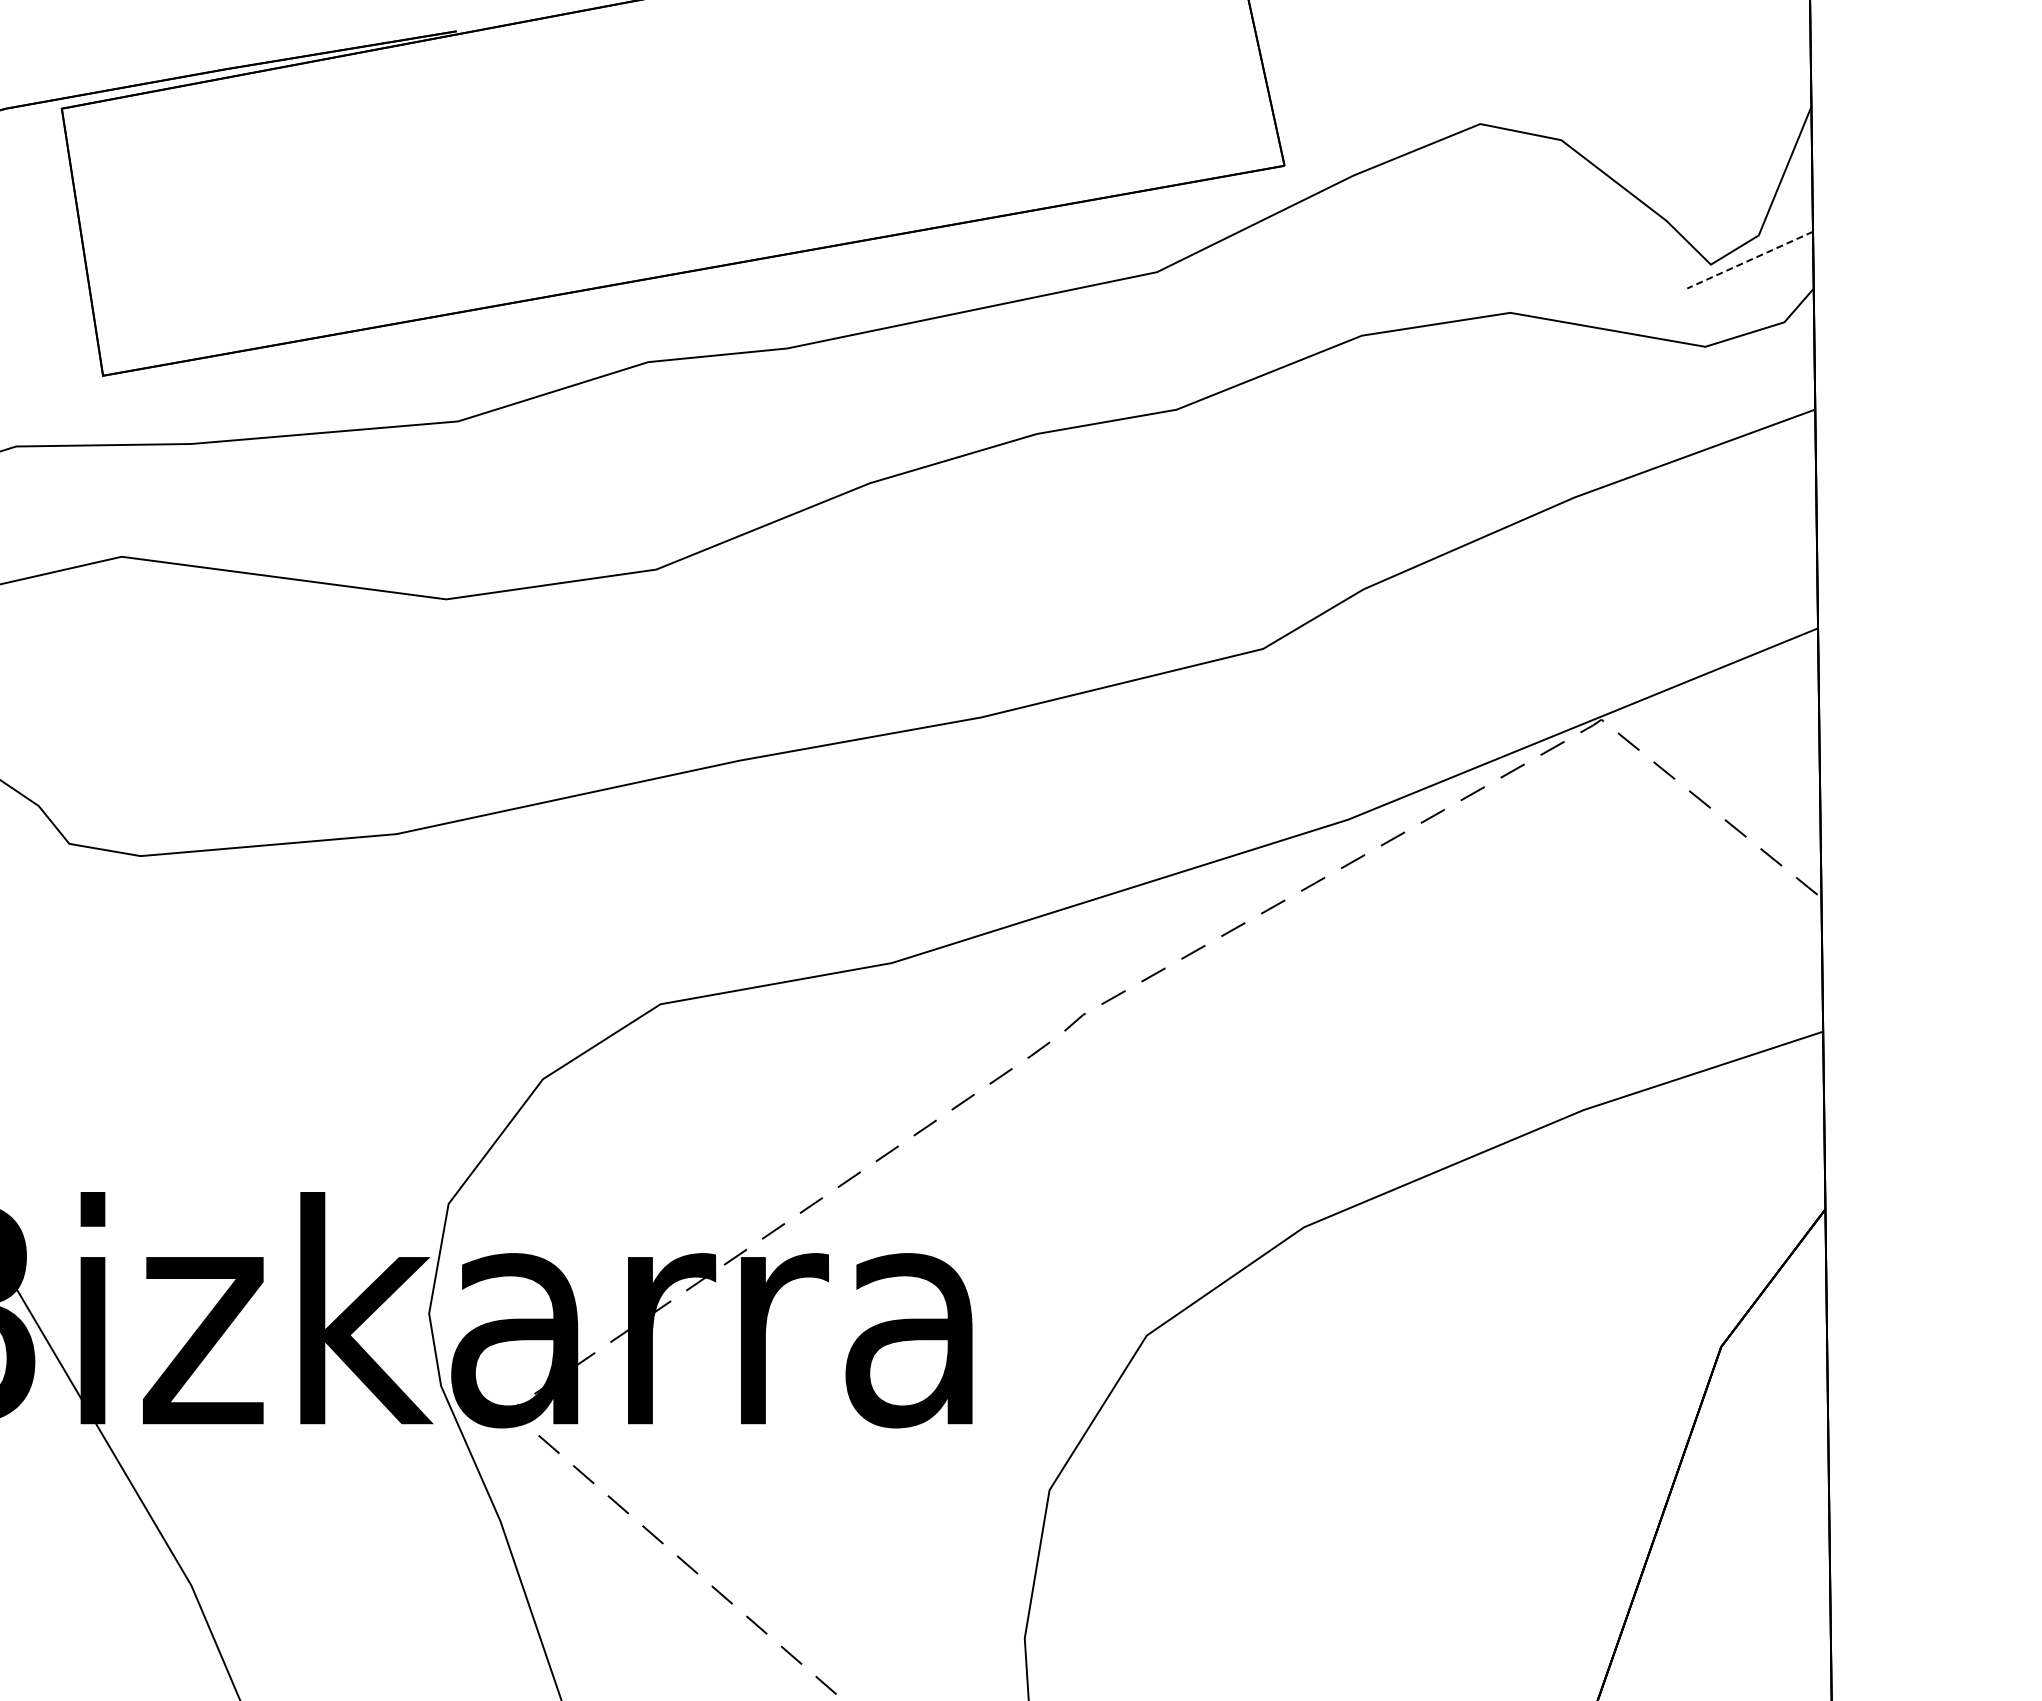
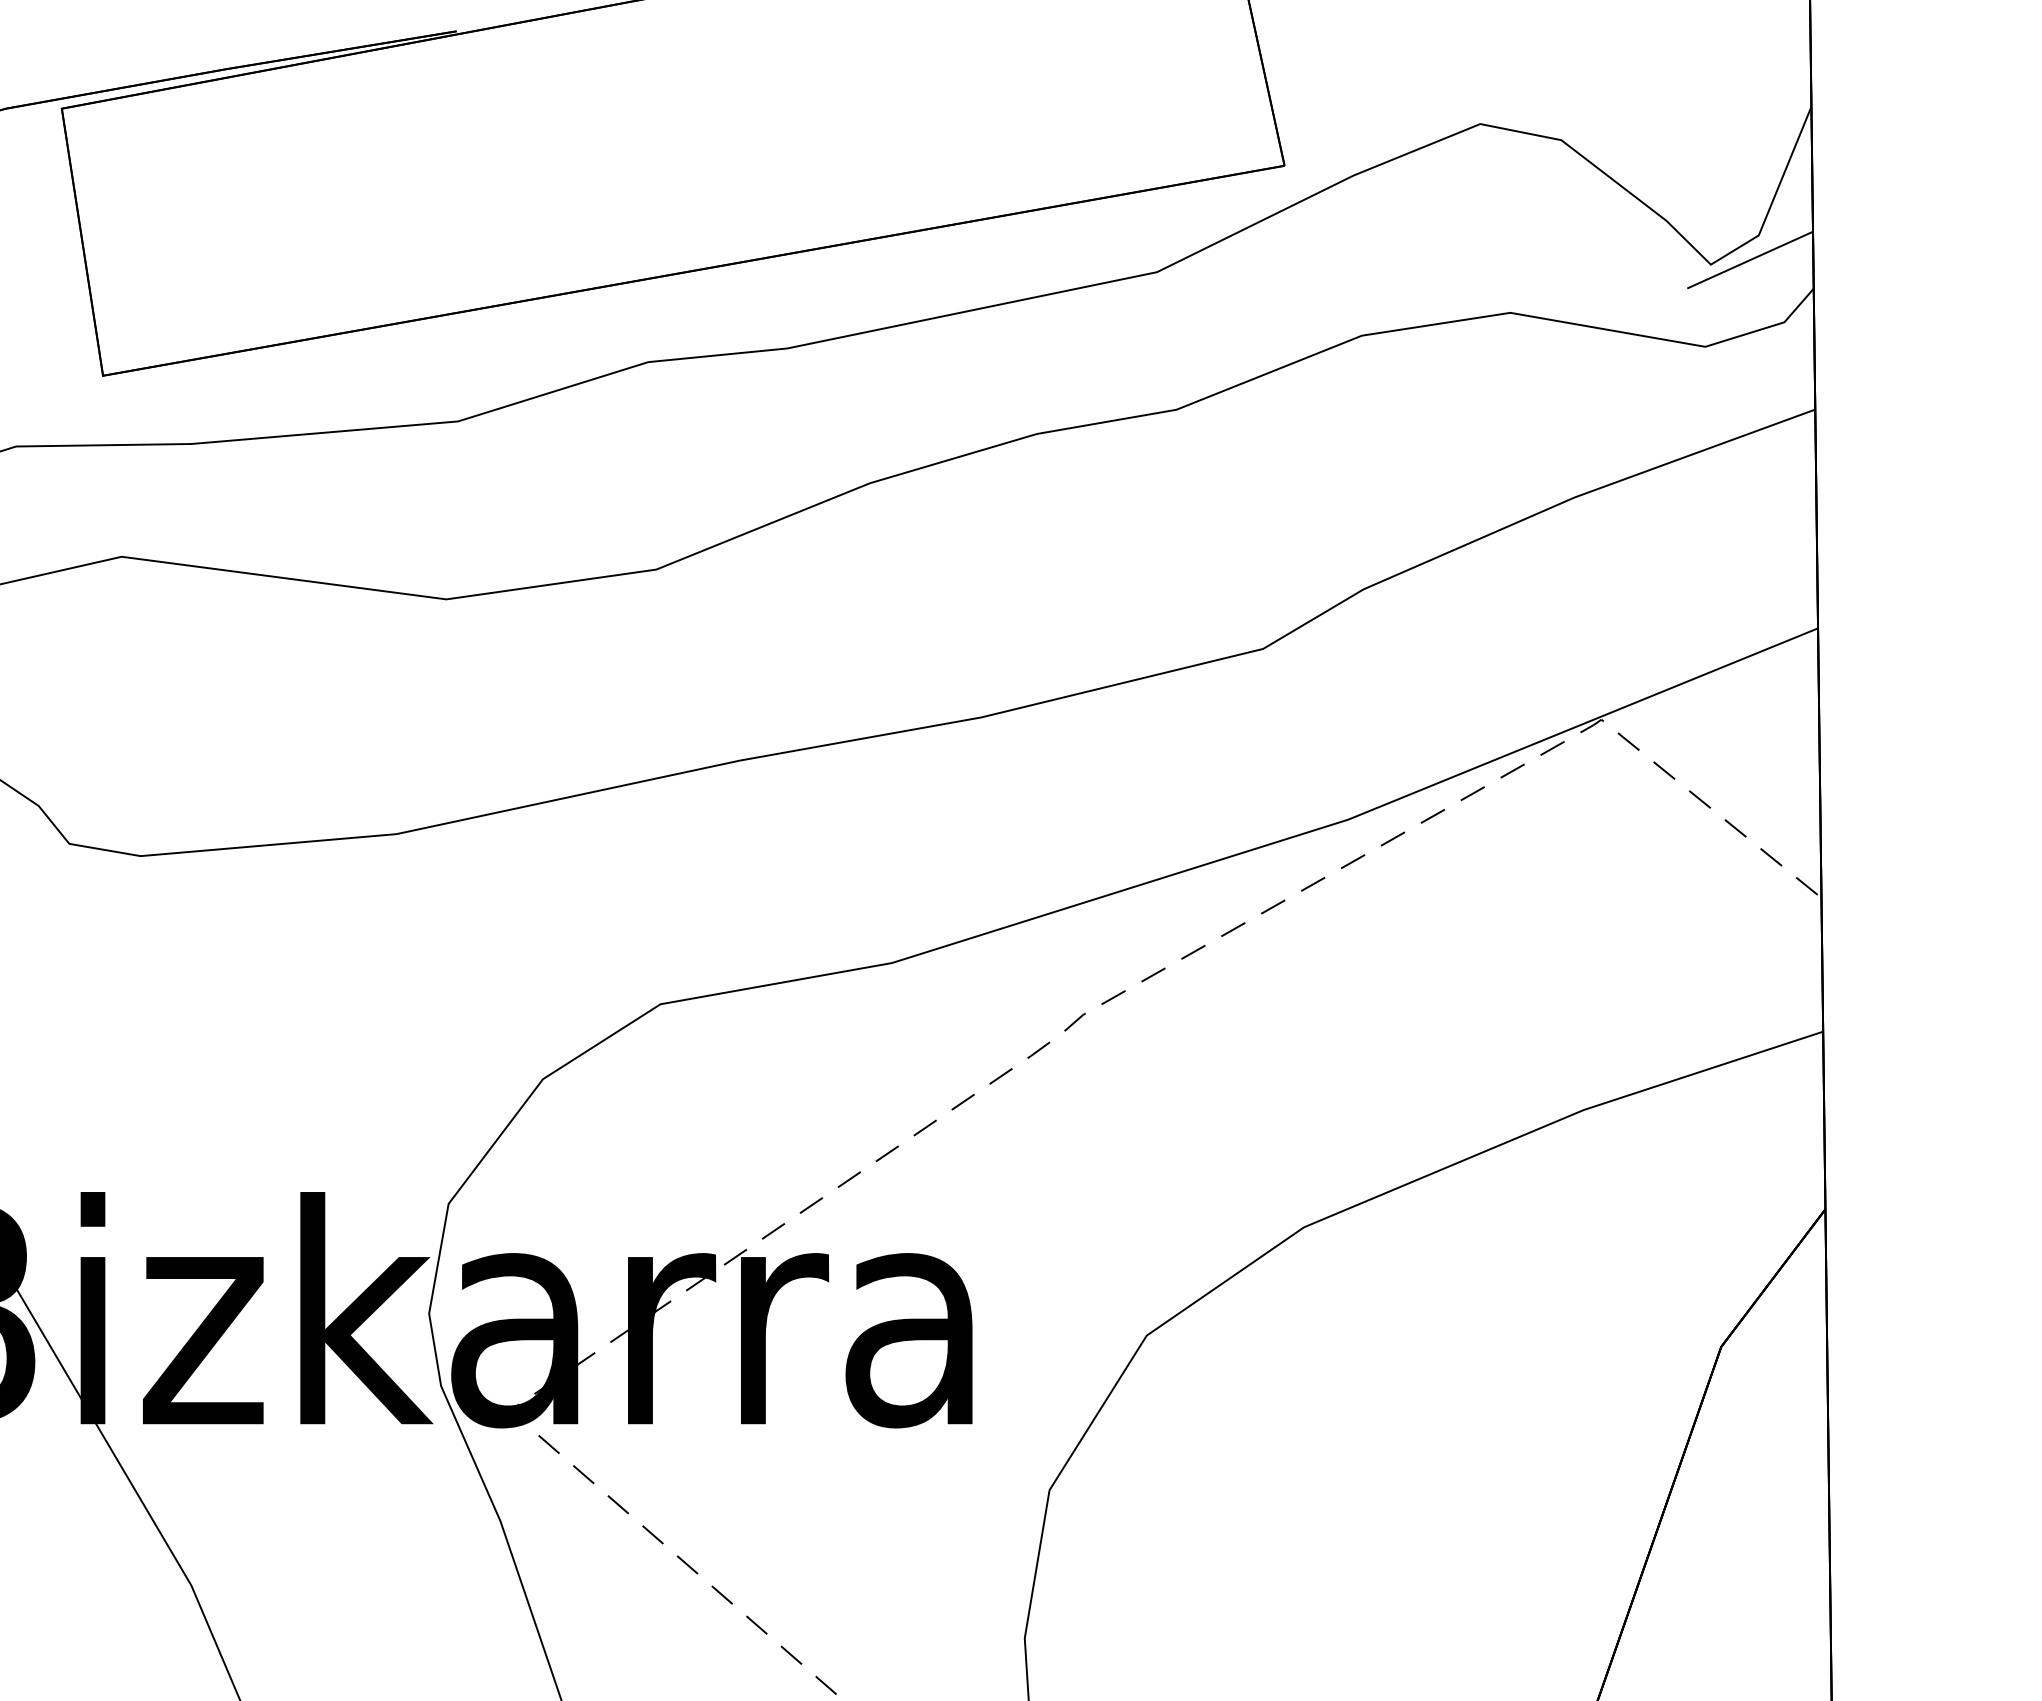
line at (1750, 259): dashed -> solid
